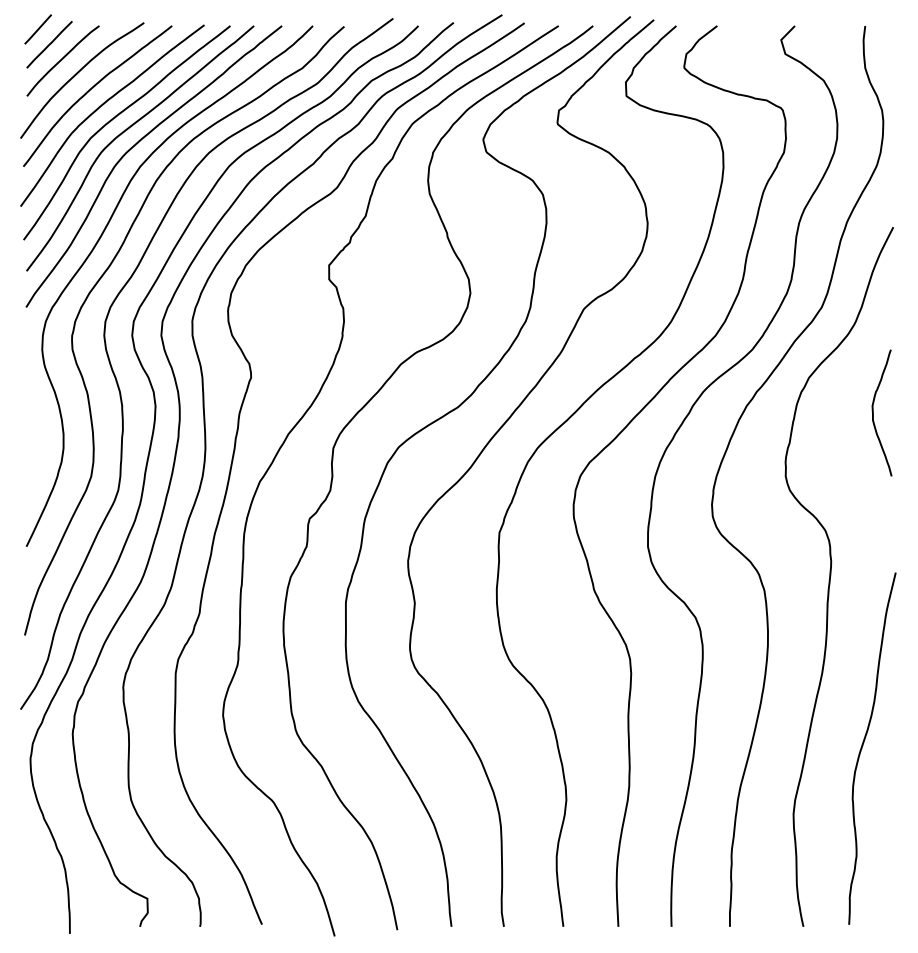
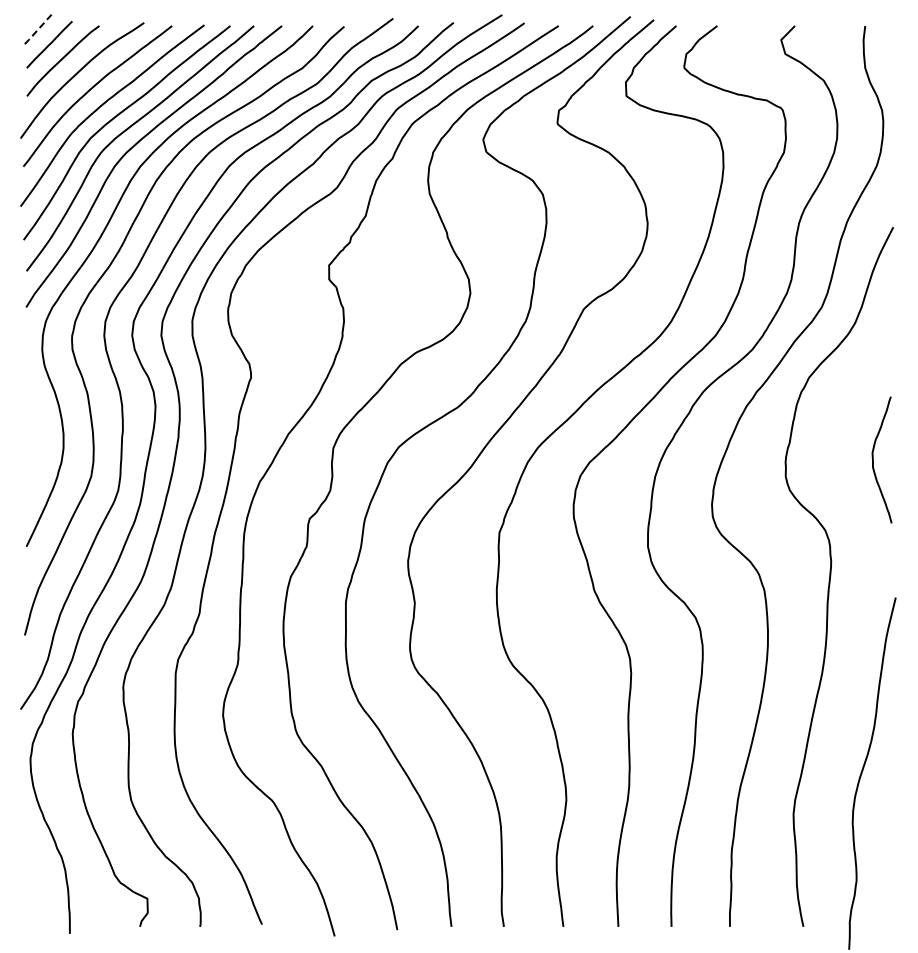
line at (37, 29): solid -> dashed
curve at (873, 412) position: (873, 412) -> (873, 459)
curve at (863, 745) position: (863, 745) -> (863, 770)
